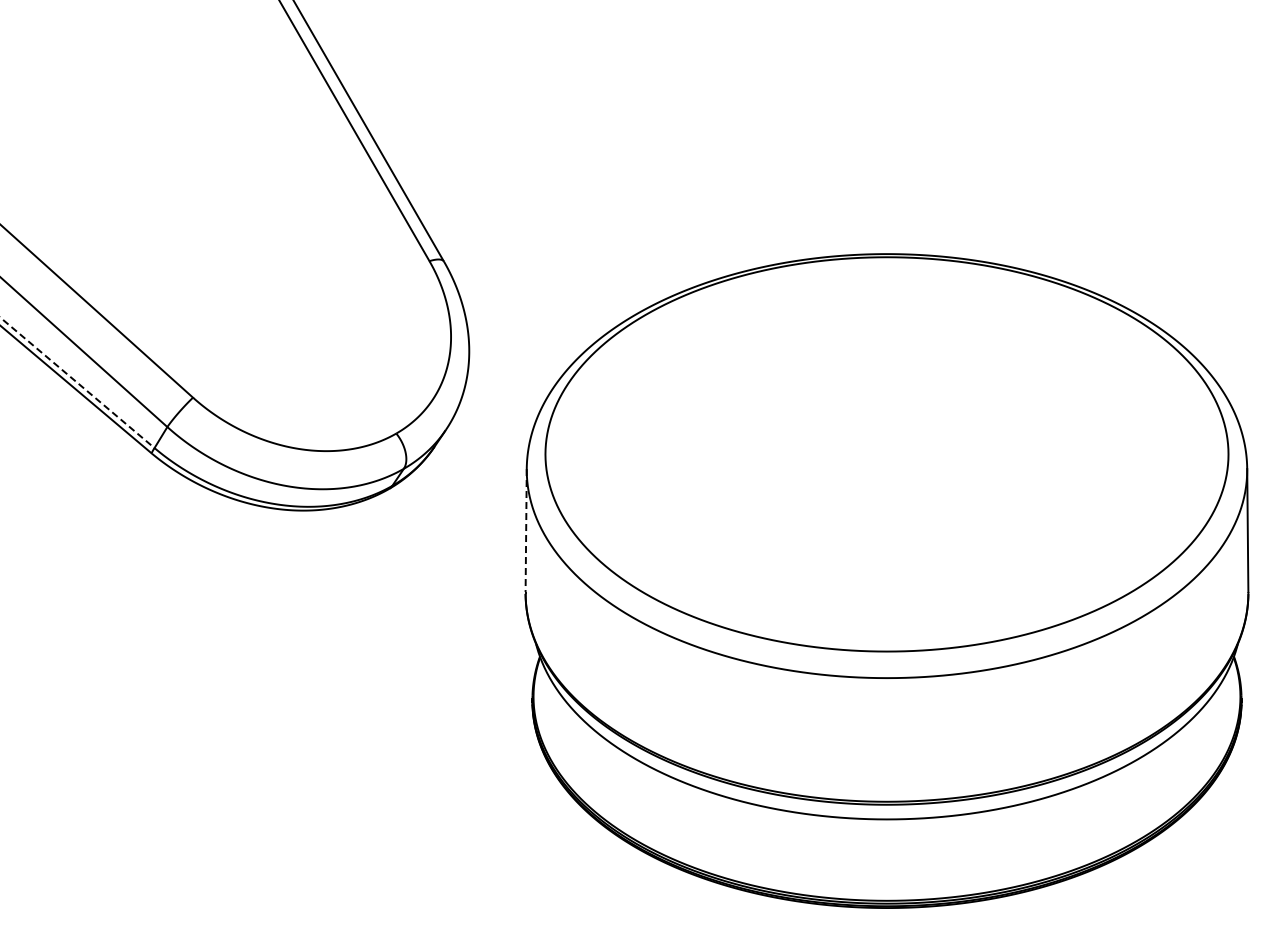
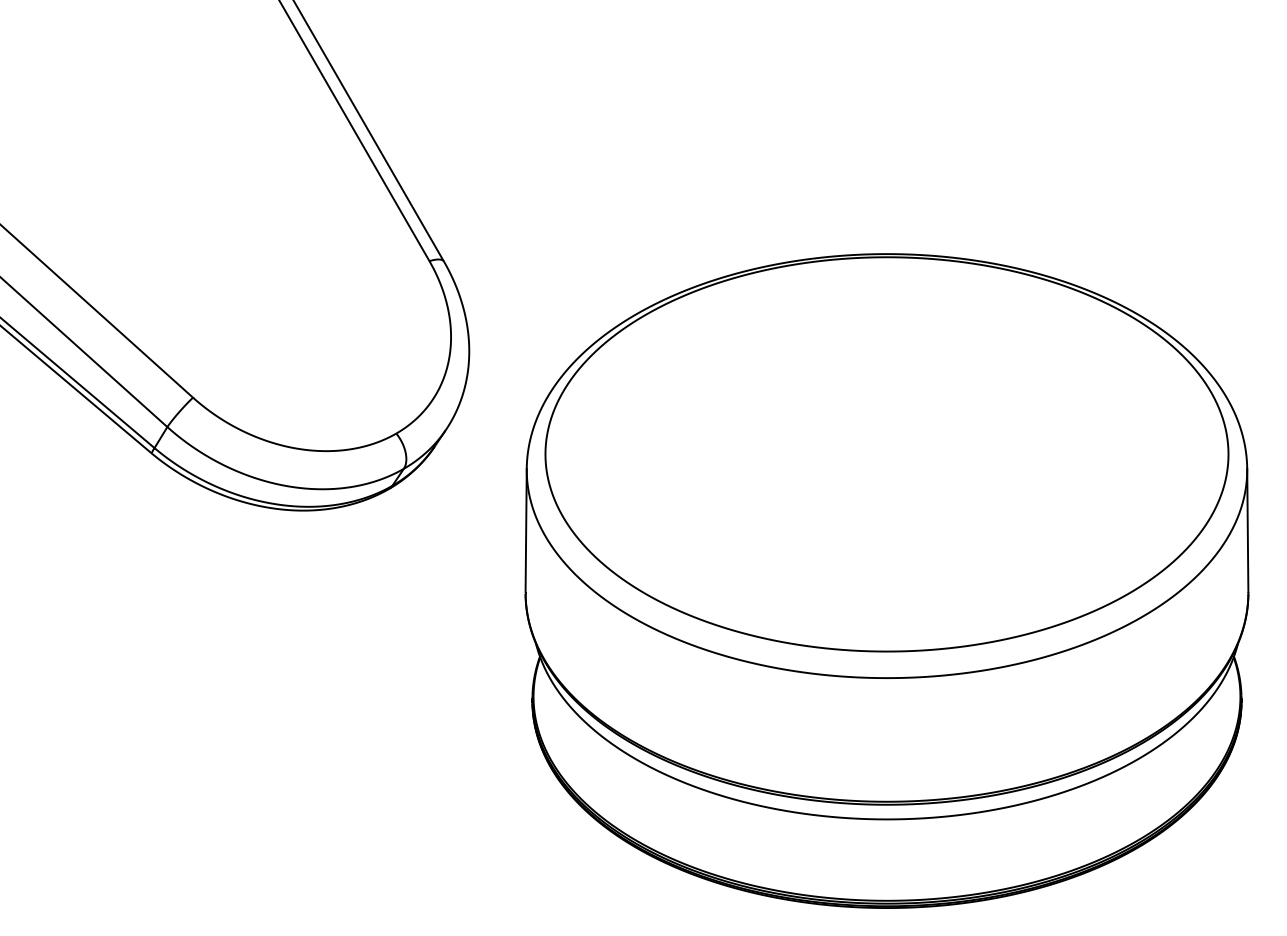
line at (77, 383): dashed -> solid
line at (526, 531): dashed -> solid
